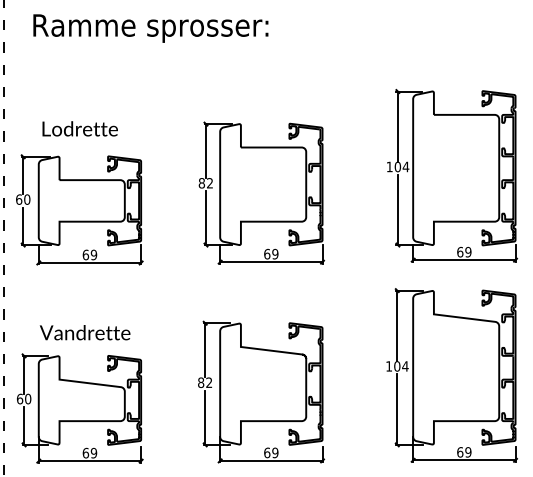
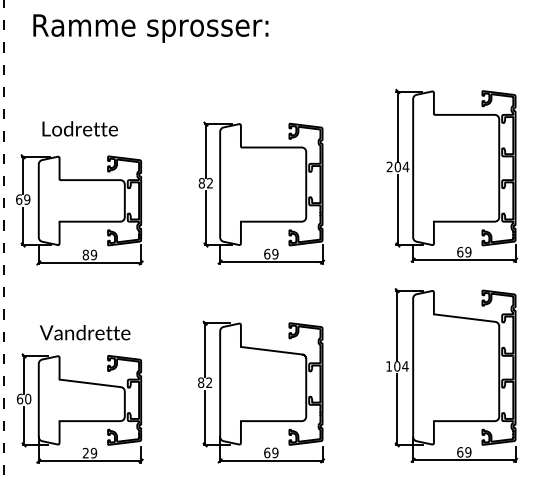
text at (389, 166): 104 -> 204
text at (27, 199): 60 -> 69
text at (85, 254): 69 -> 89
text at (85, 452): 69 -> 29
